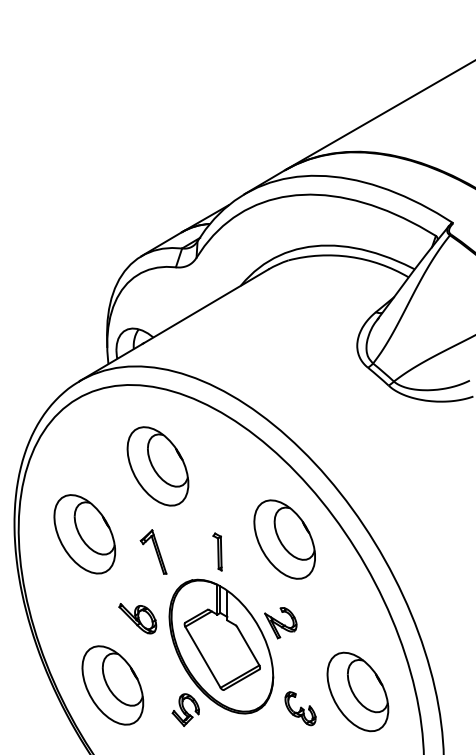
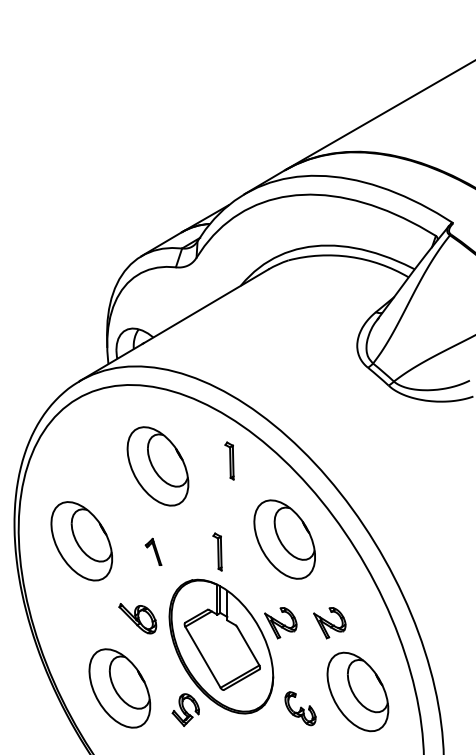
part at (229, 460): none -> present
part at (84, 534) position: (84, 534) -> (81, 541)
part at (153, 551) size: 29x46 px -> 19x29 px
part at (329, 623): none -> present
part at (112, 685) position: (112, 685) -> (119, 688)
